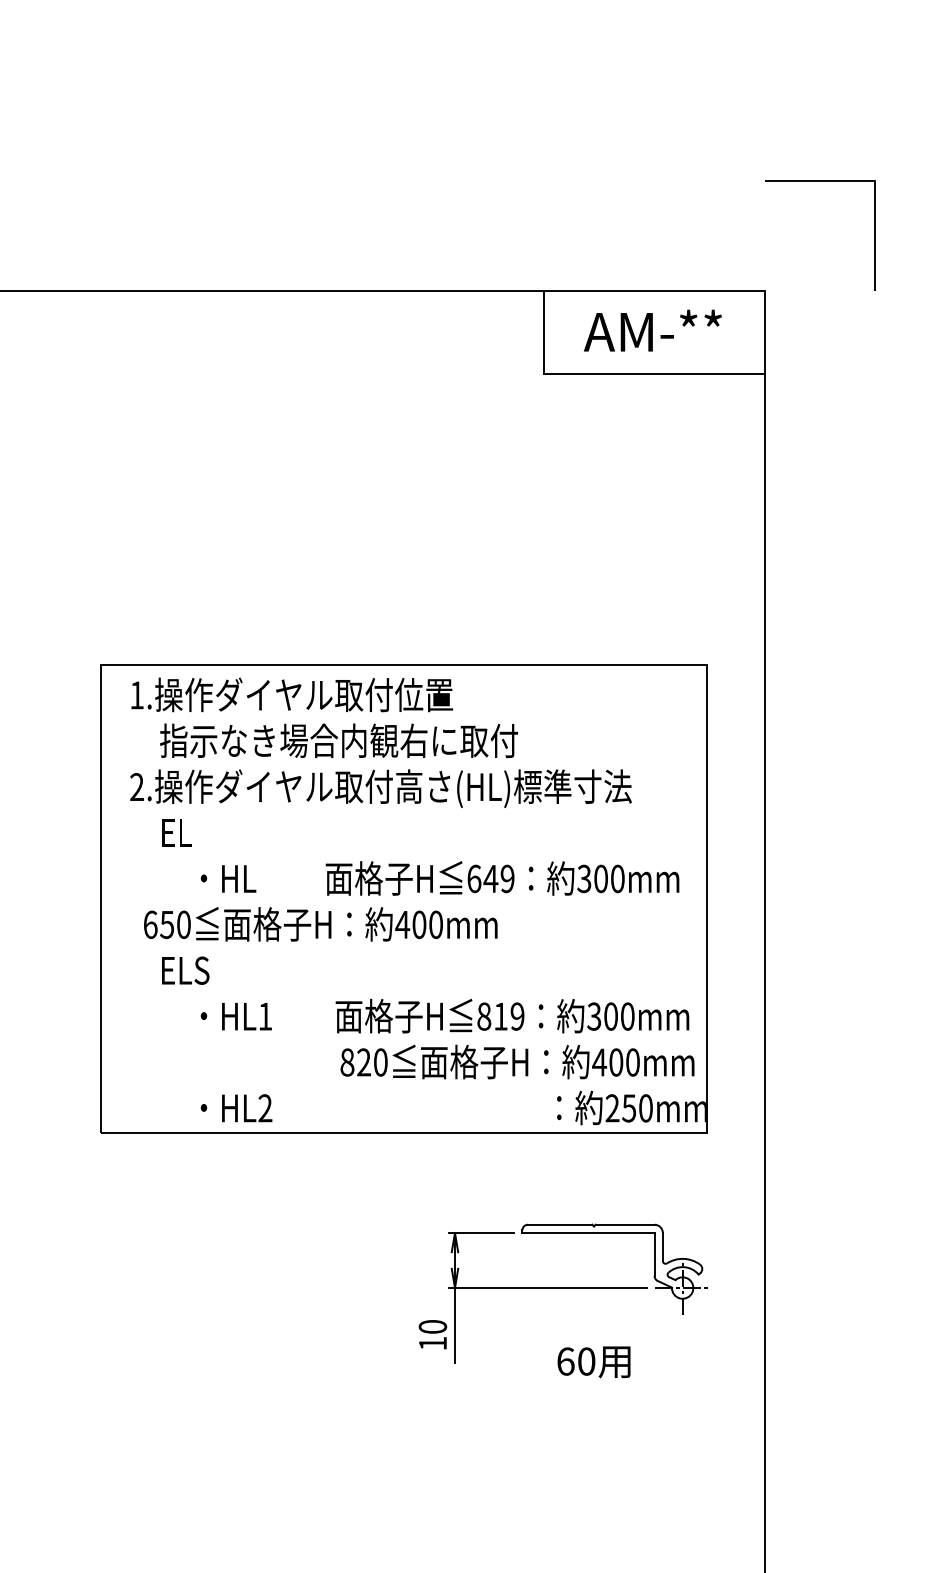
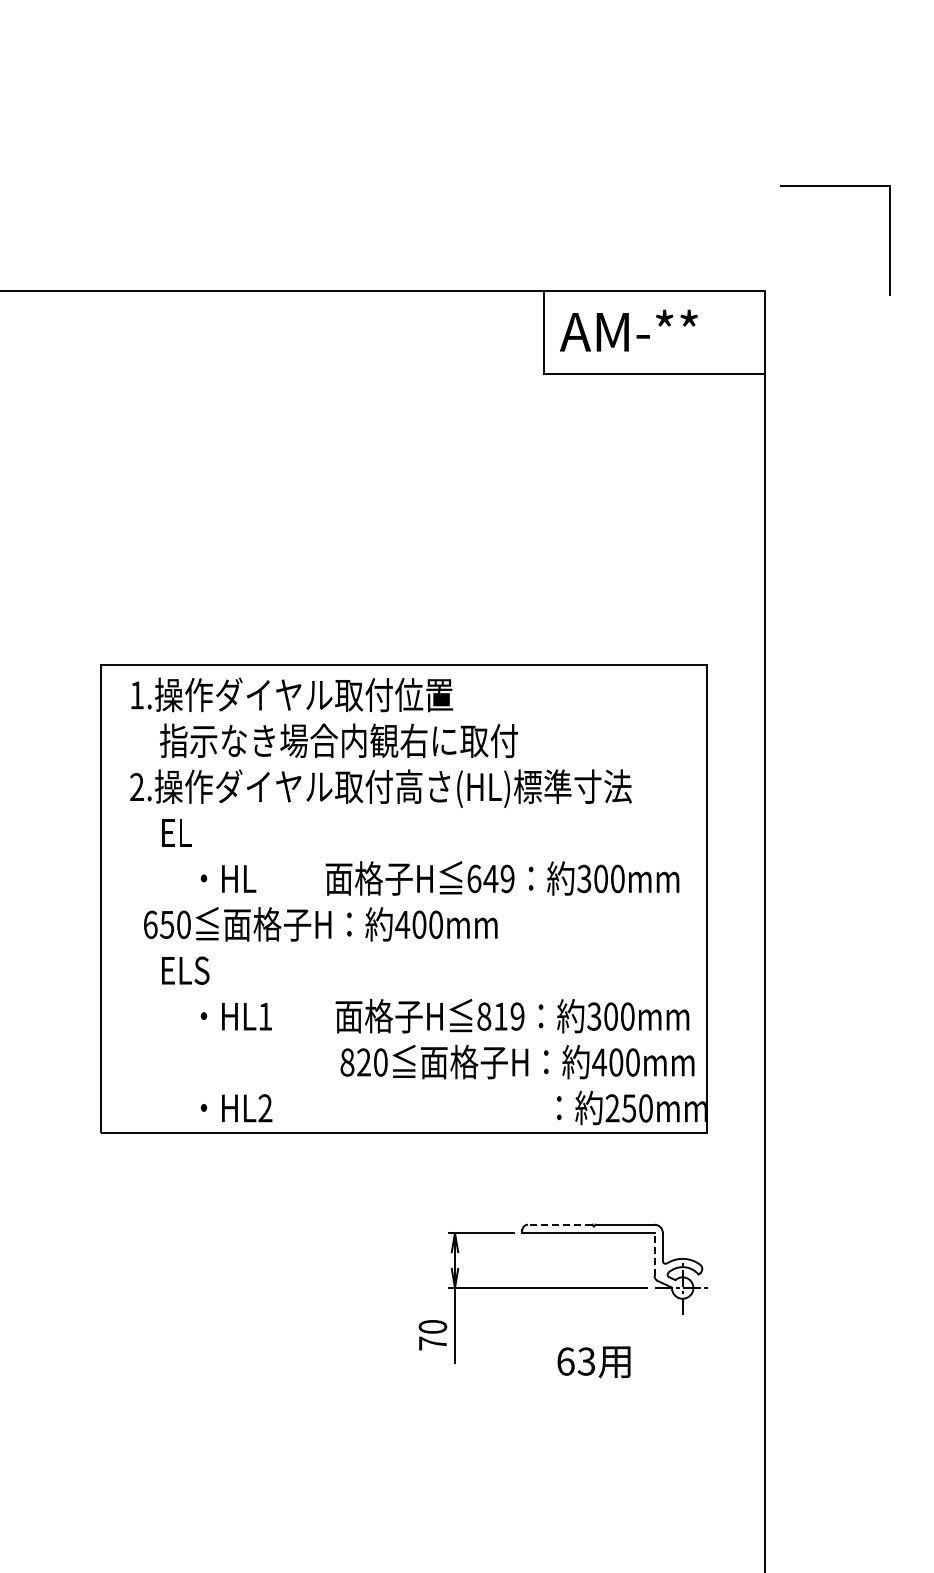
line at (820, 181) position: (820, 181) -> (835, 186)
text at (652, 330) position: (652, 330) -> (628, 330)
line at (559, 1224): solid -> dashed
line at (654, 1254): solid -> dashed
text at (432, 1343): 10 -> 70
text at (586, 1361): 60 -> 63
